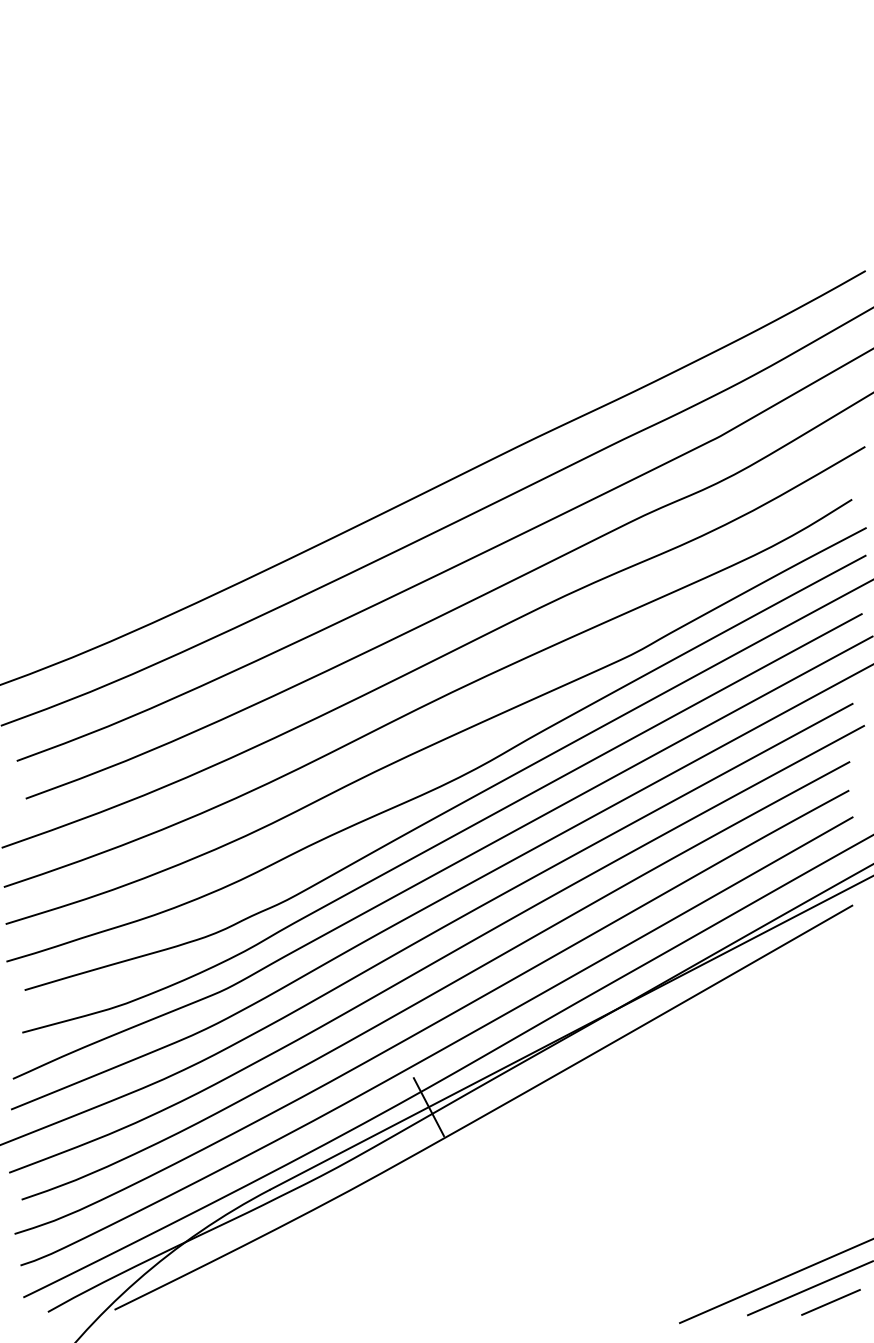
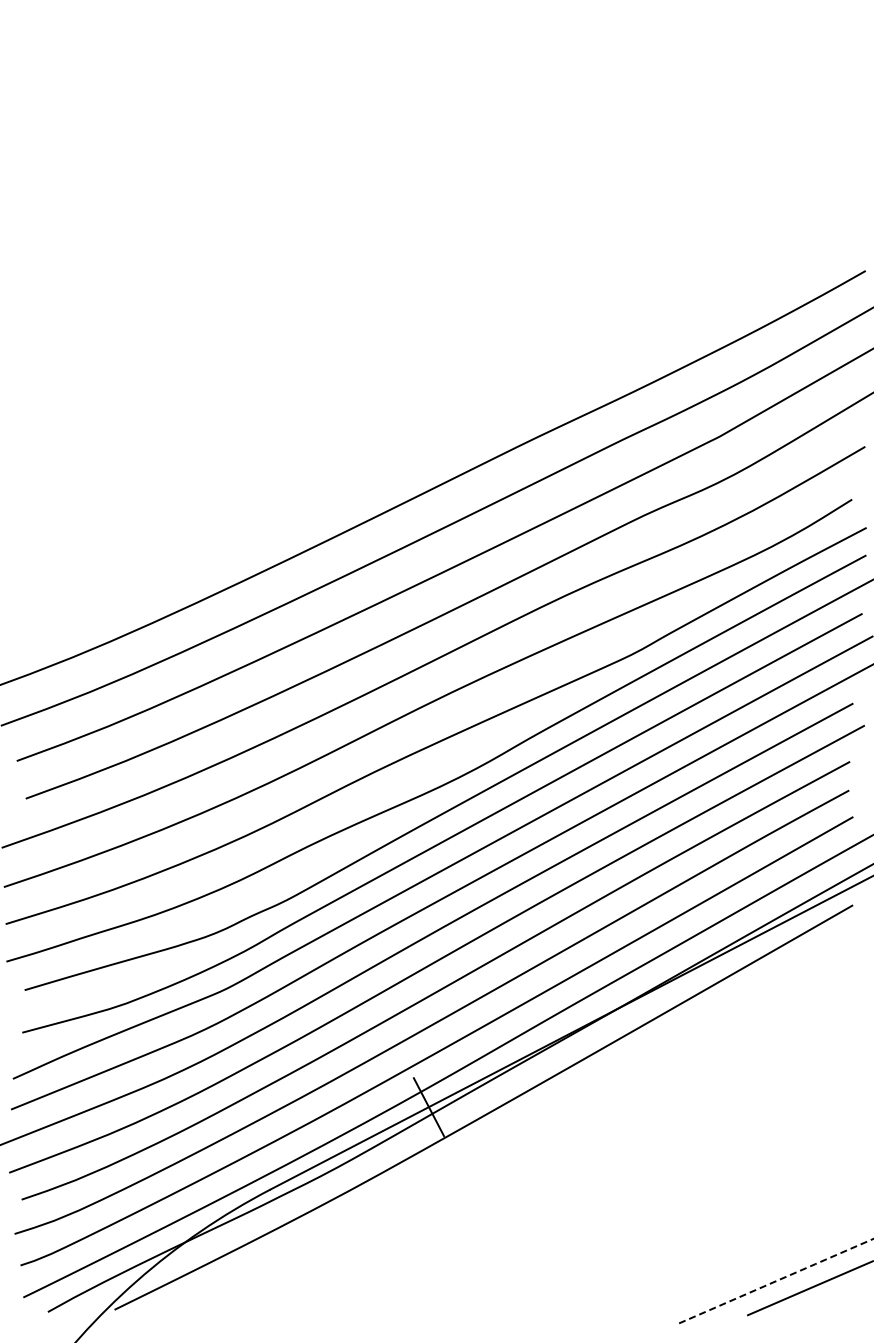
line at (776, 1281): solid -> dashed
line at (830, 1302): present -> none
